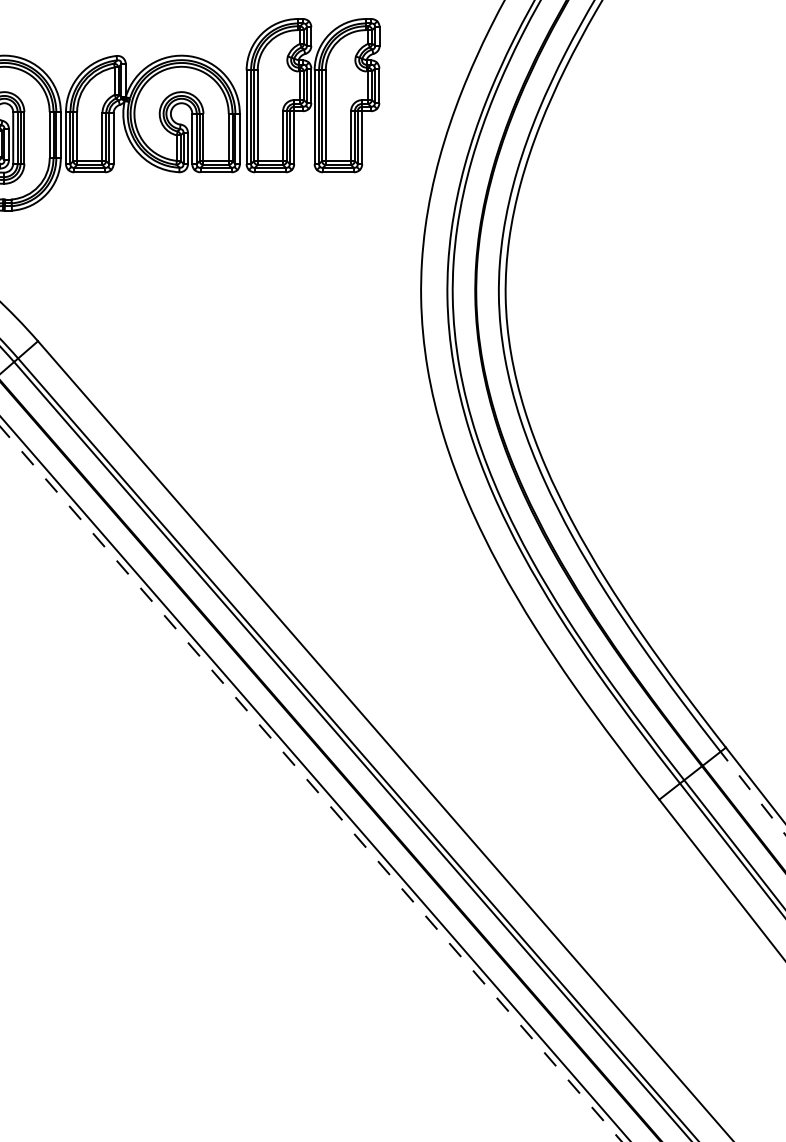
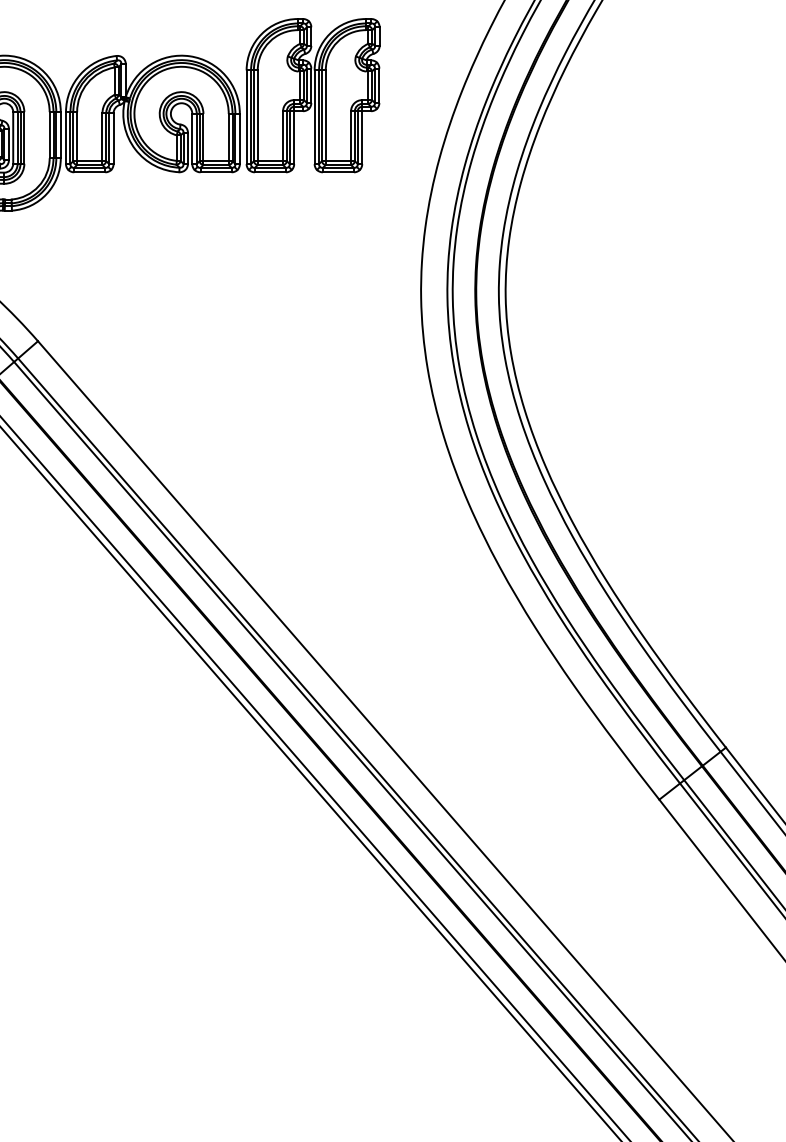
line at (311, 784): dashed -> solid
line at (753, 793): dashed -> solid
